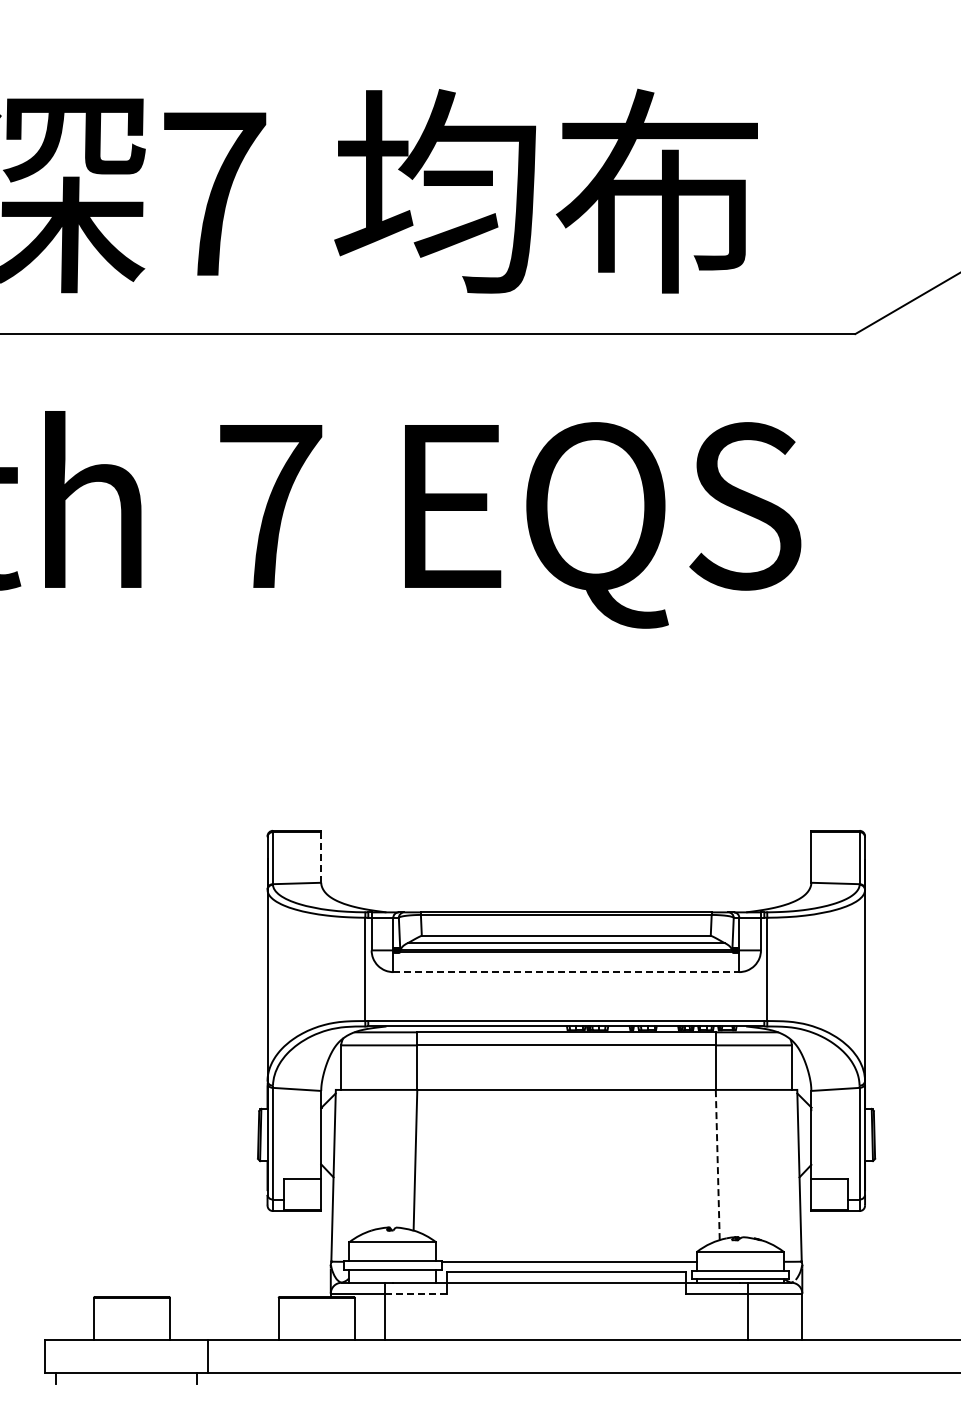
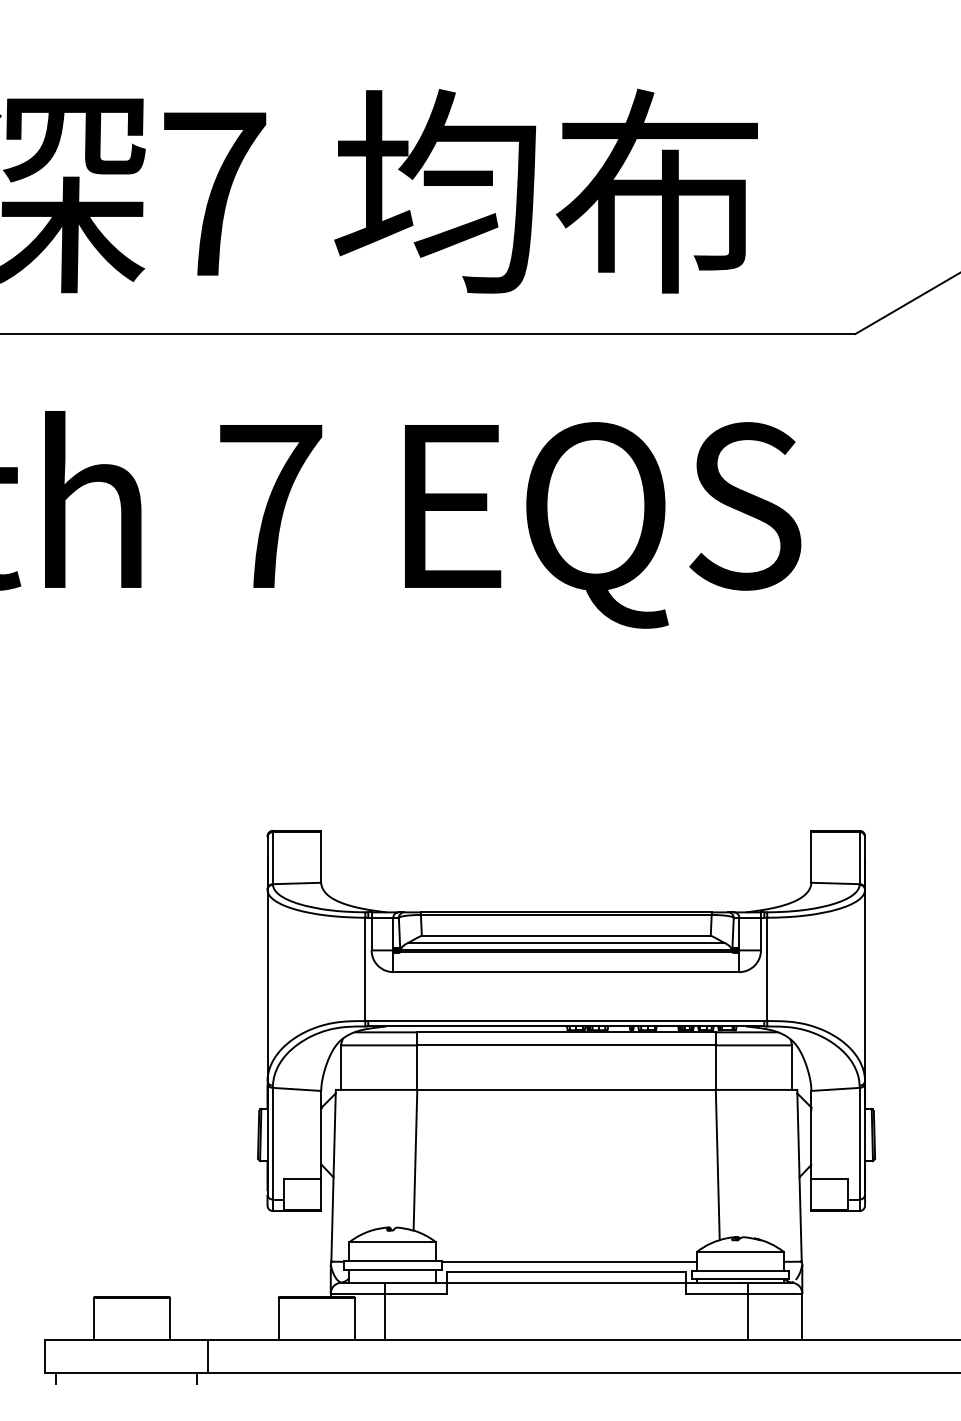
line at (321, 856): dashed -> solid
line at (566, 972): dashed -> solid
line at (717, 1164): dashed -> solid
line at (416, 1293): dashed -> solid
